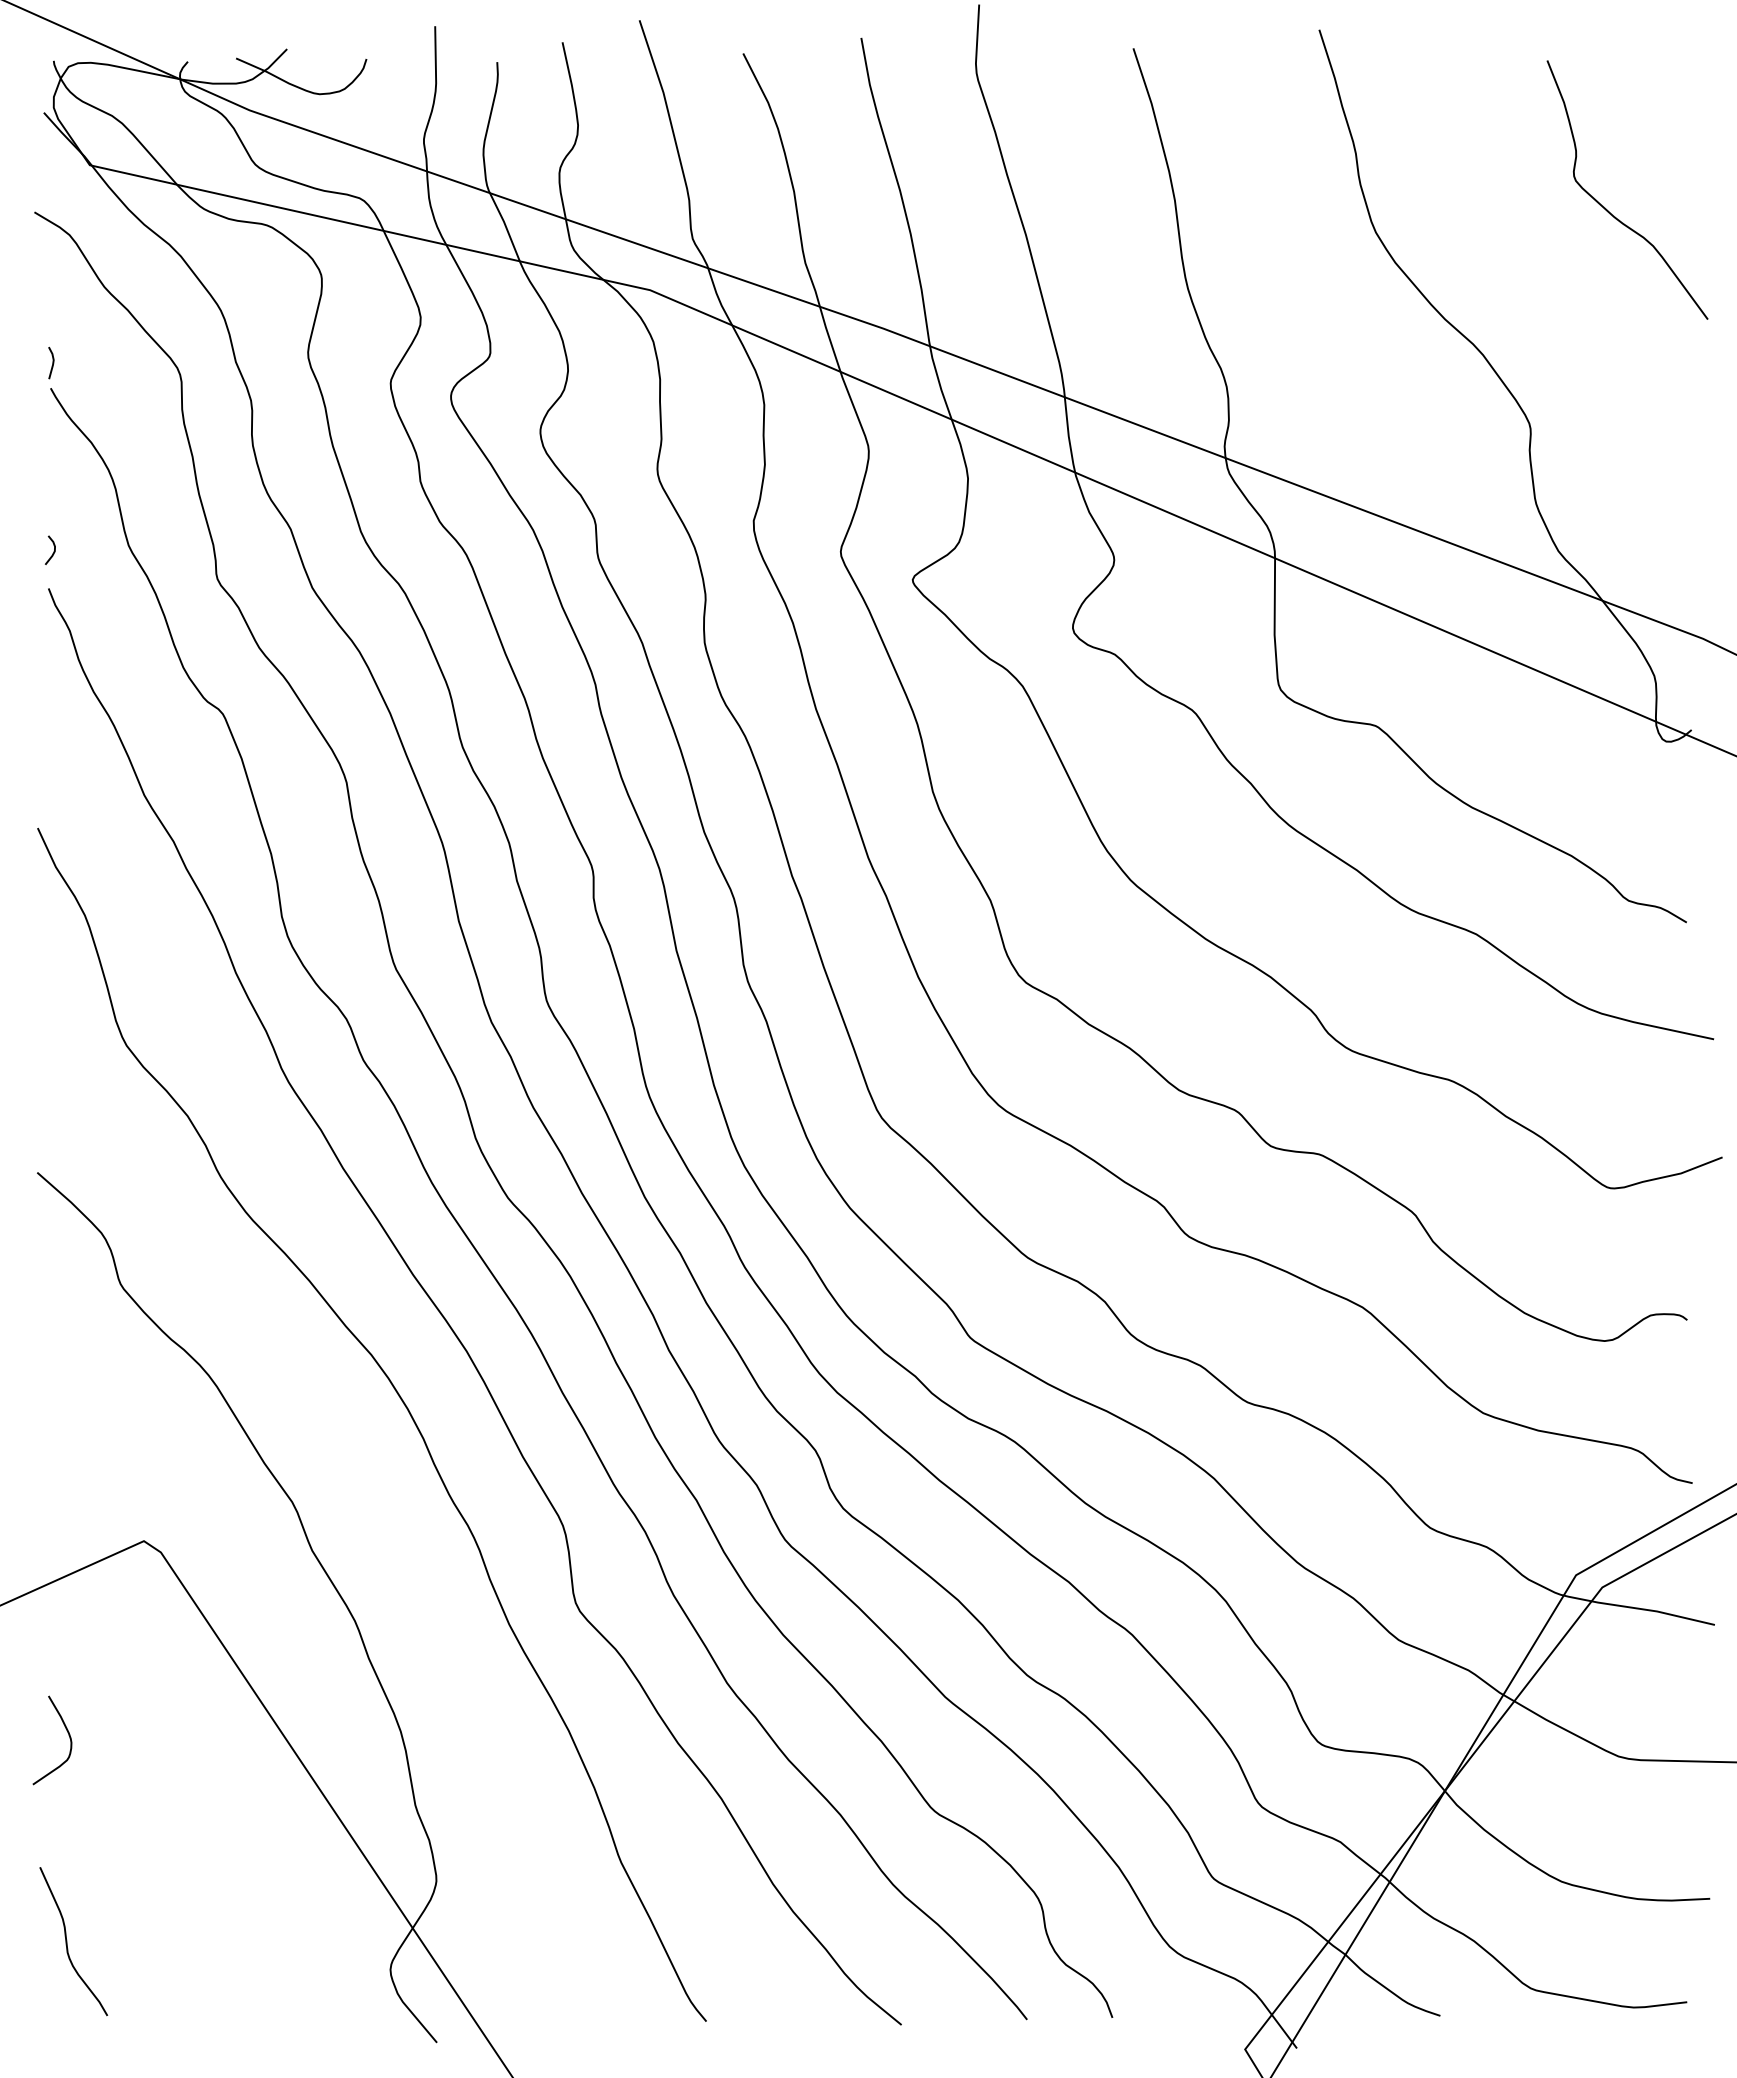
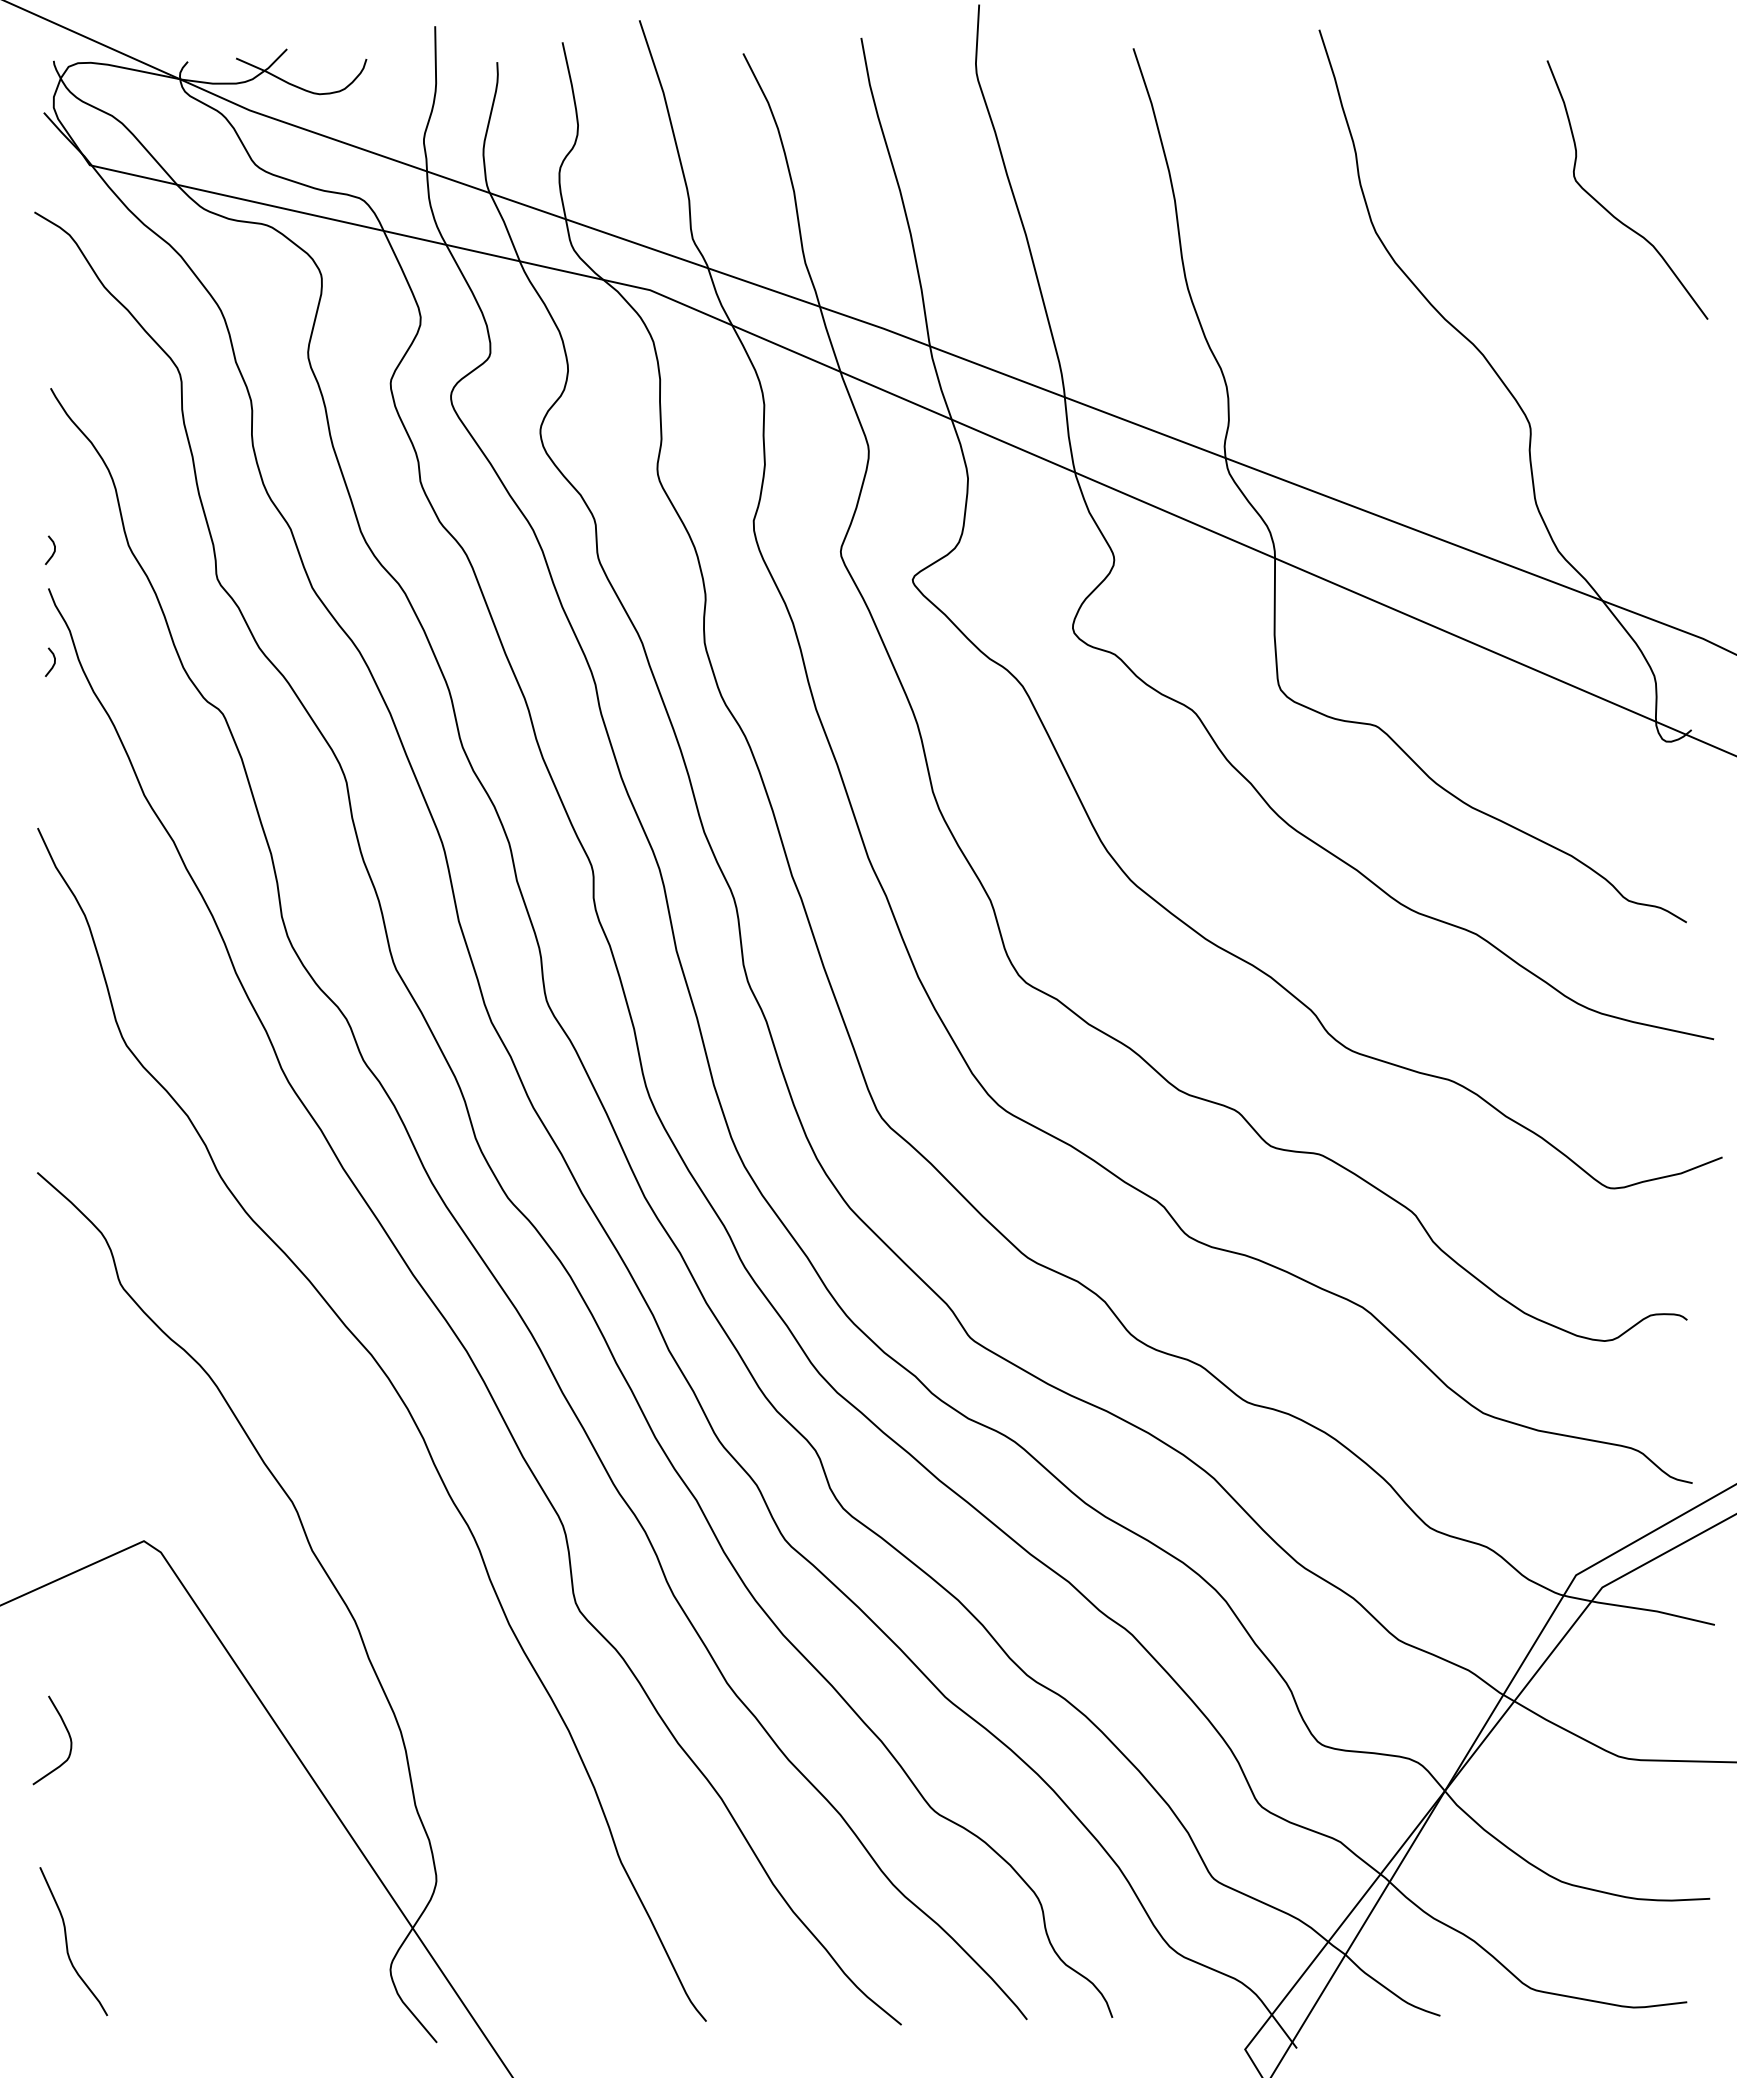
line at (52, 362): present -> none
curve at (53, 663): none -> present
